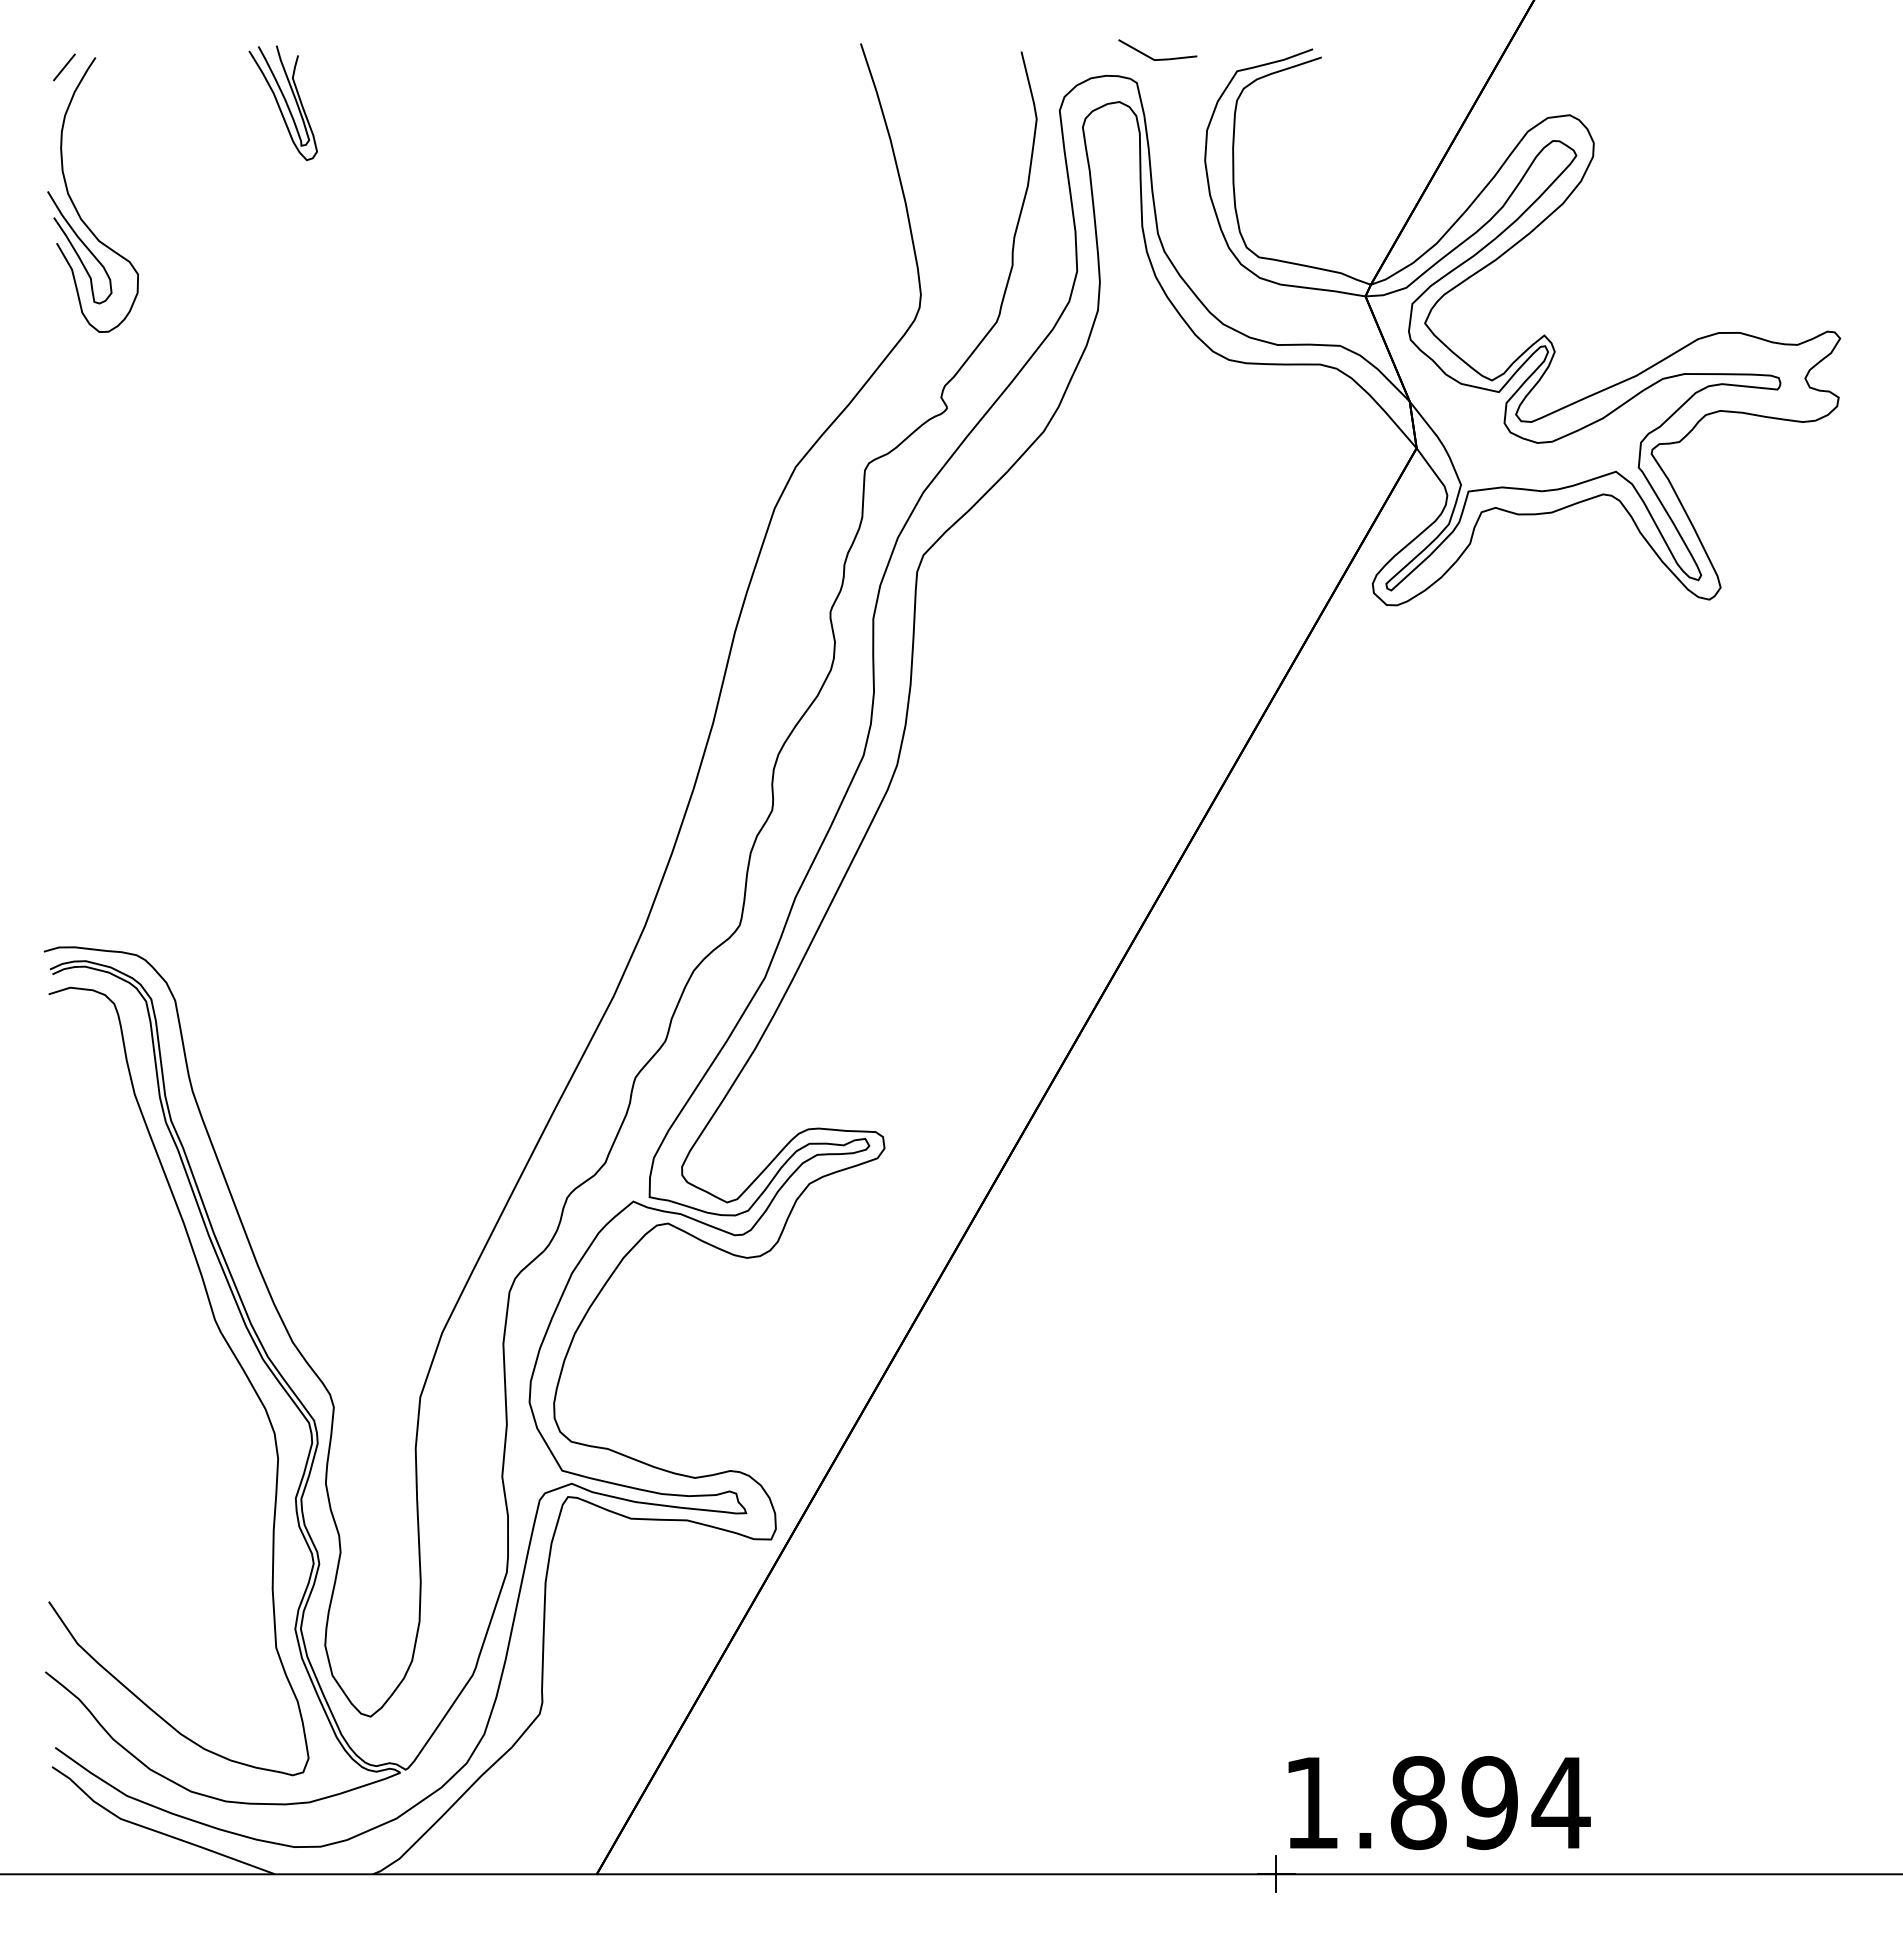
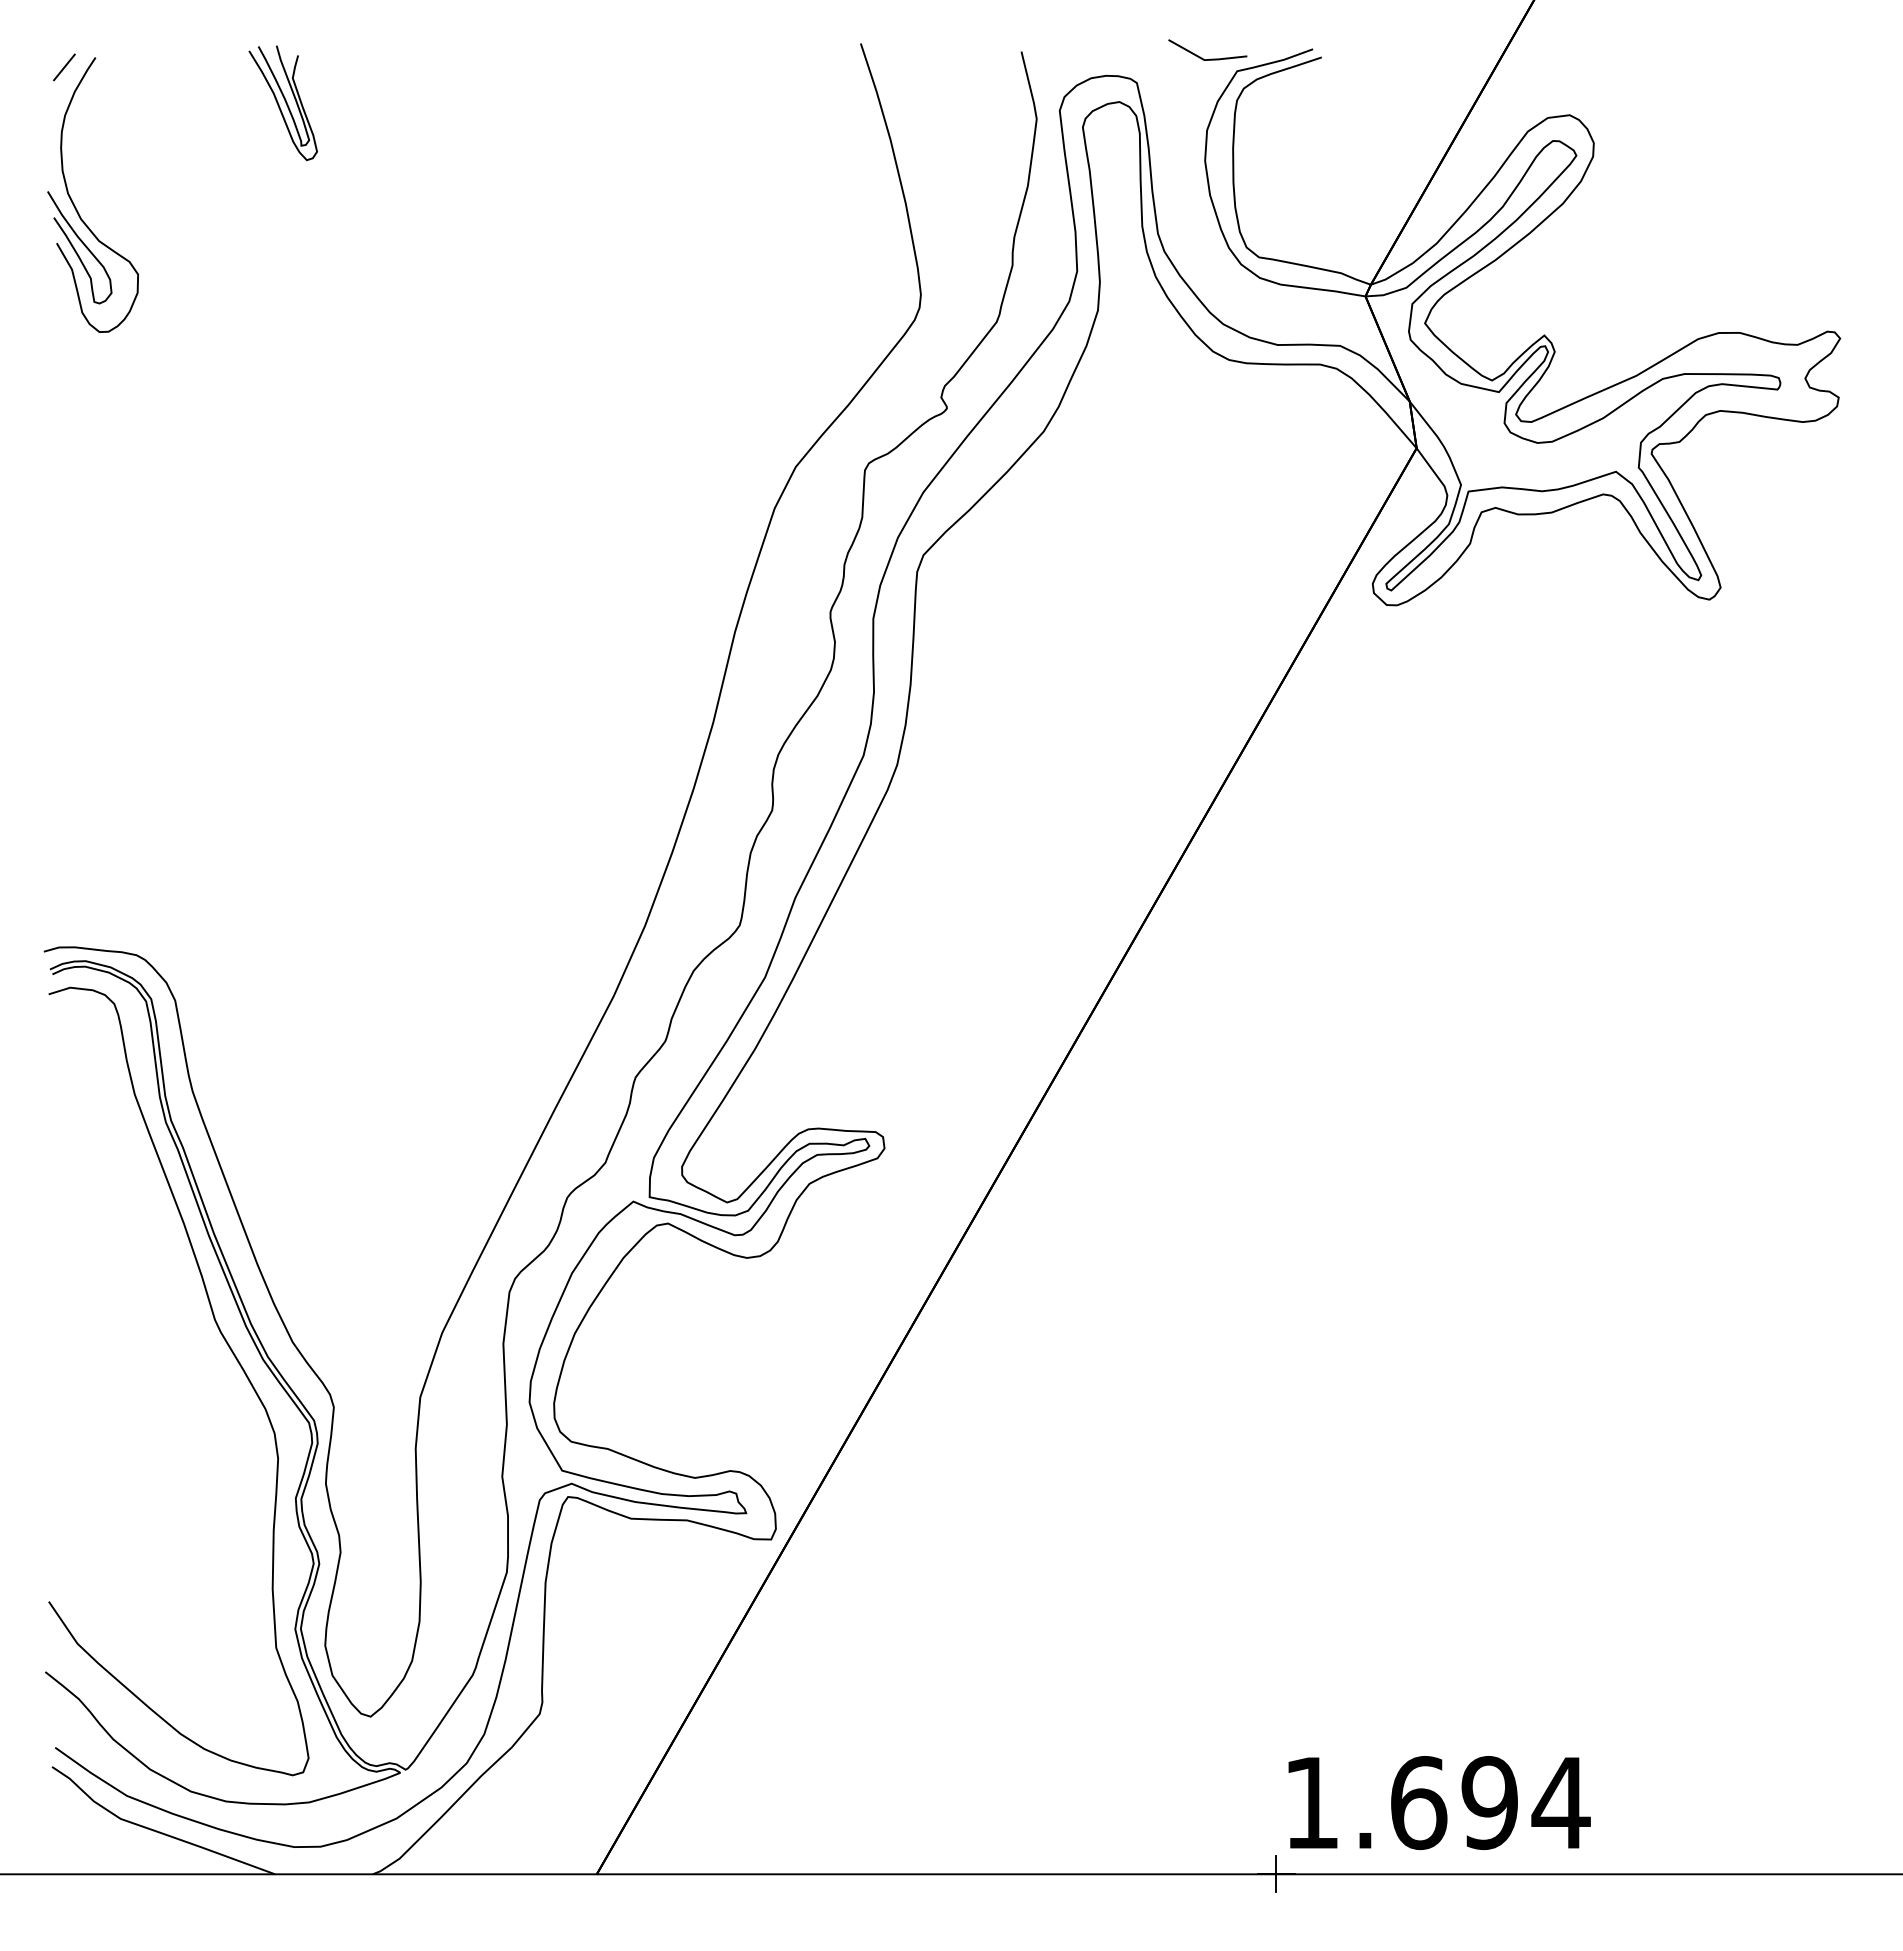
line at (1152, 57) position: (1152, 57) -> (1202, 57)
text at (1418, 1802): 1.894 -> 1.694
